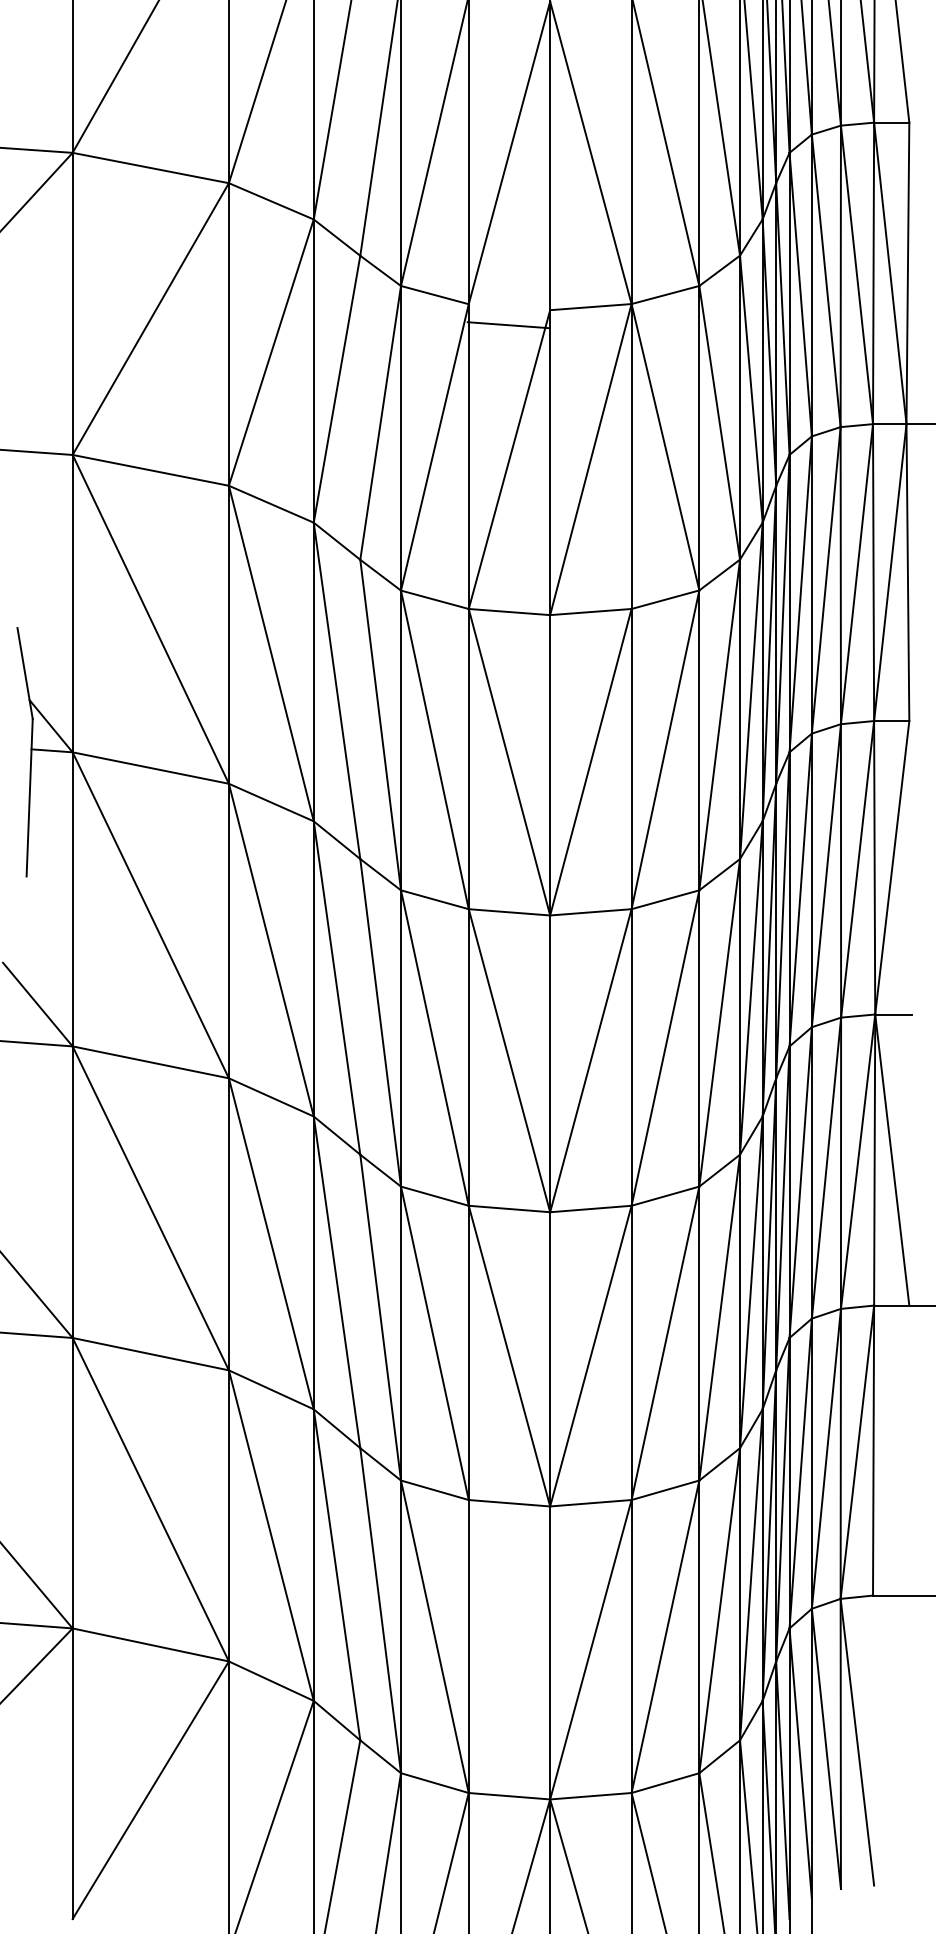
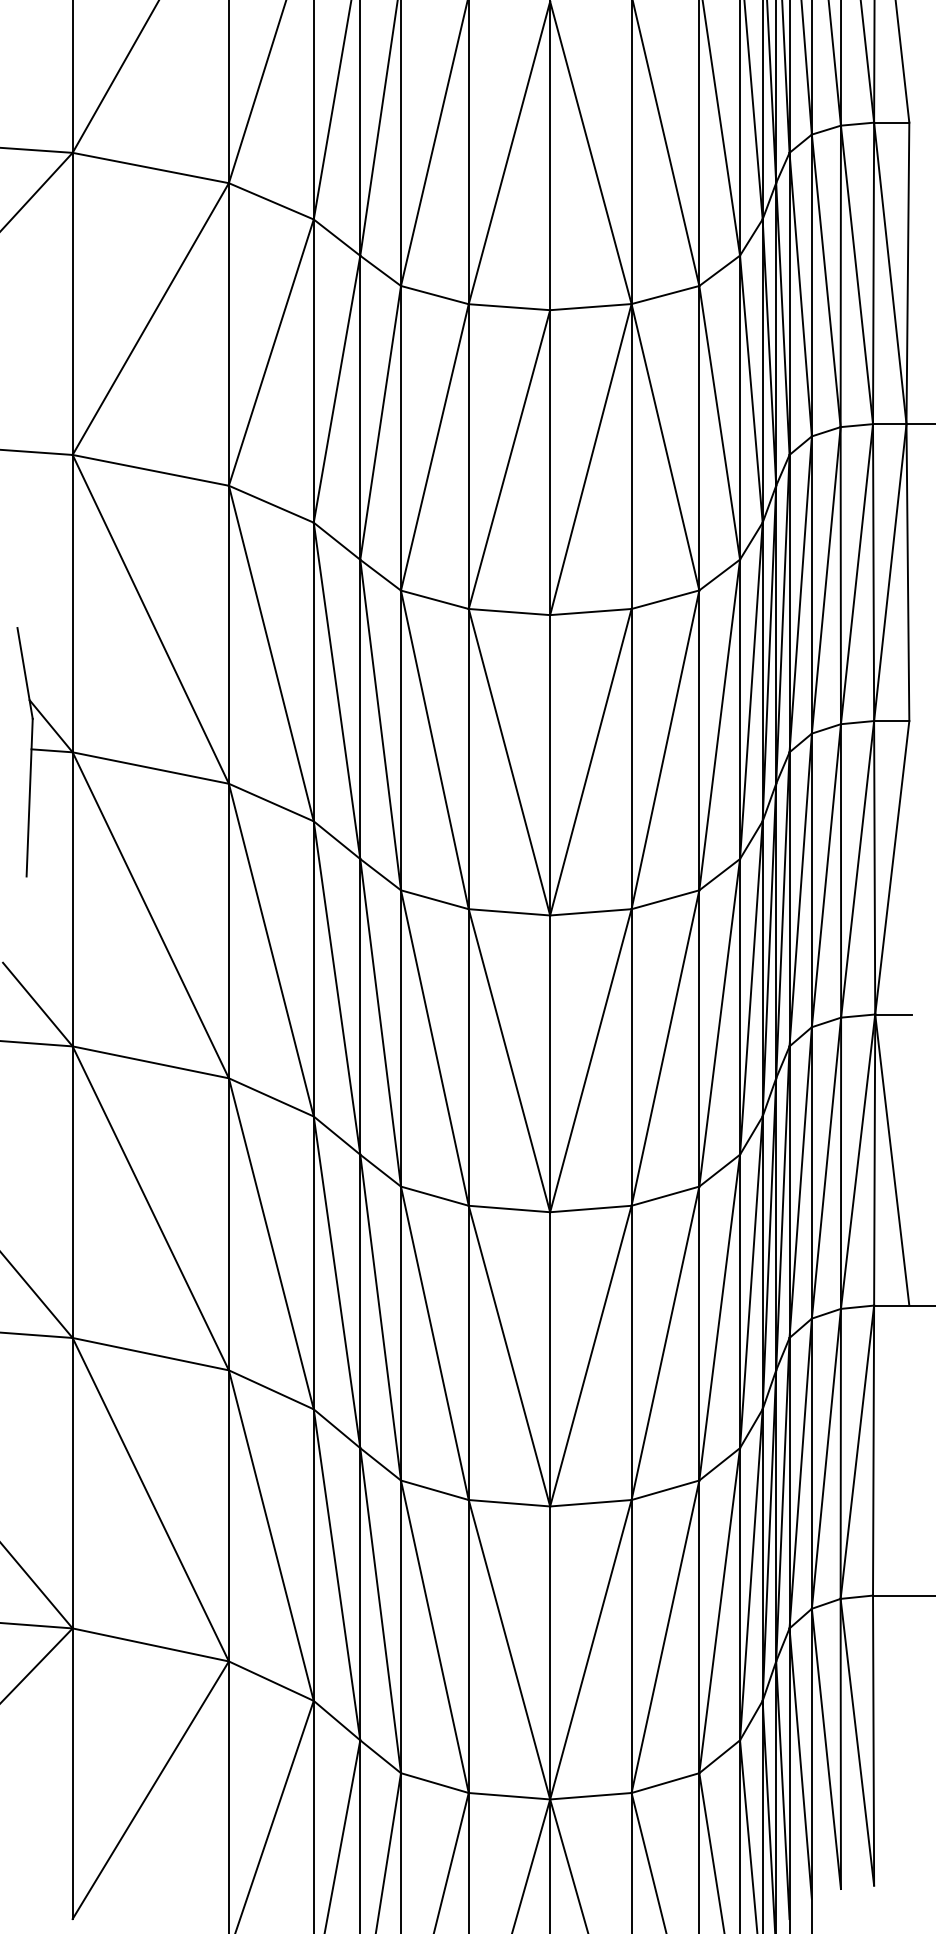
line at (508, 325) position: (508, 325) -> (509, 307)
line at (360, 966): none -> present
line at (509, 1649): none -> present
line at (873, 1740): none -> present
